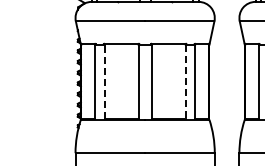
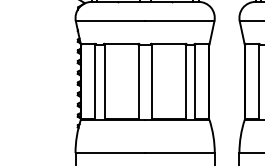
line at (104, 81): dashed -> solid
line at (185, 82): dashed -> solid
